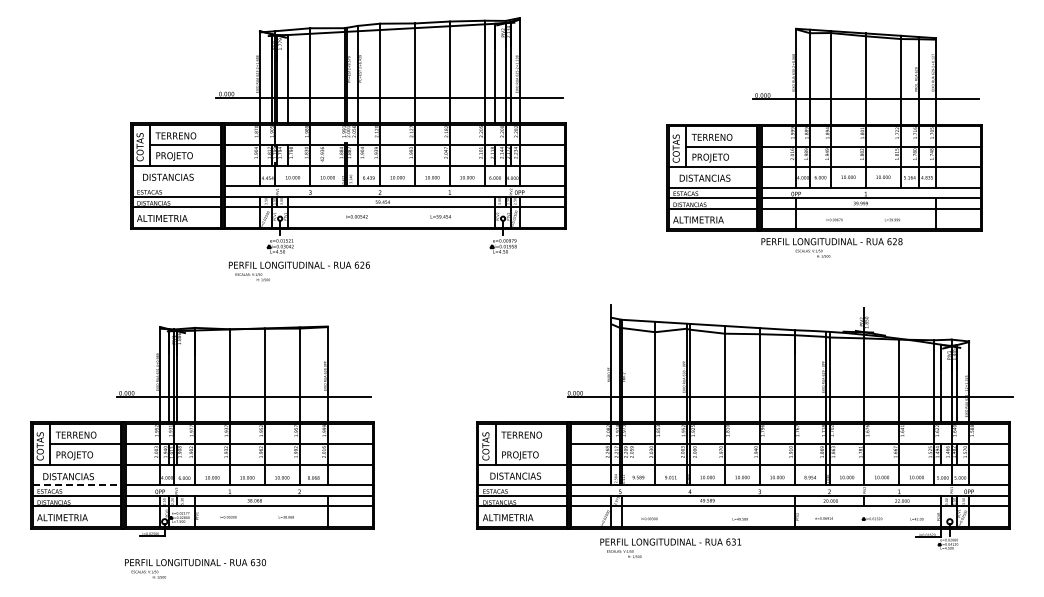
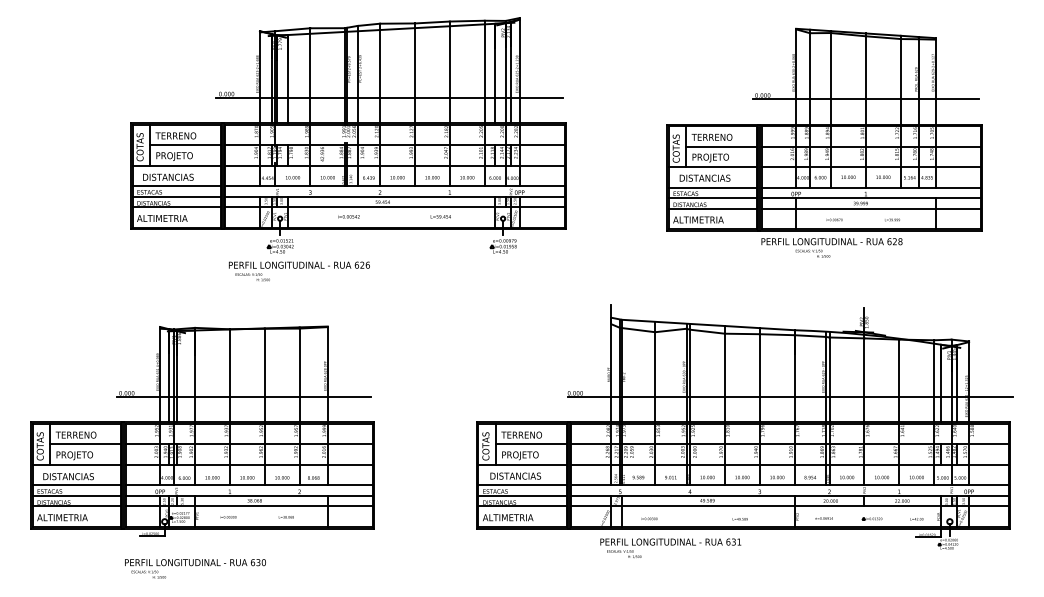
line at (176, 186): none -> present
text at (356, 216) position: (356, 216) -> (348, 216)
line at (530, 444): none -> present
line at (77, 485): dashed -> solid
